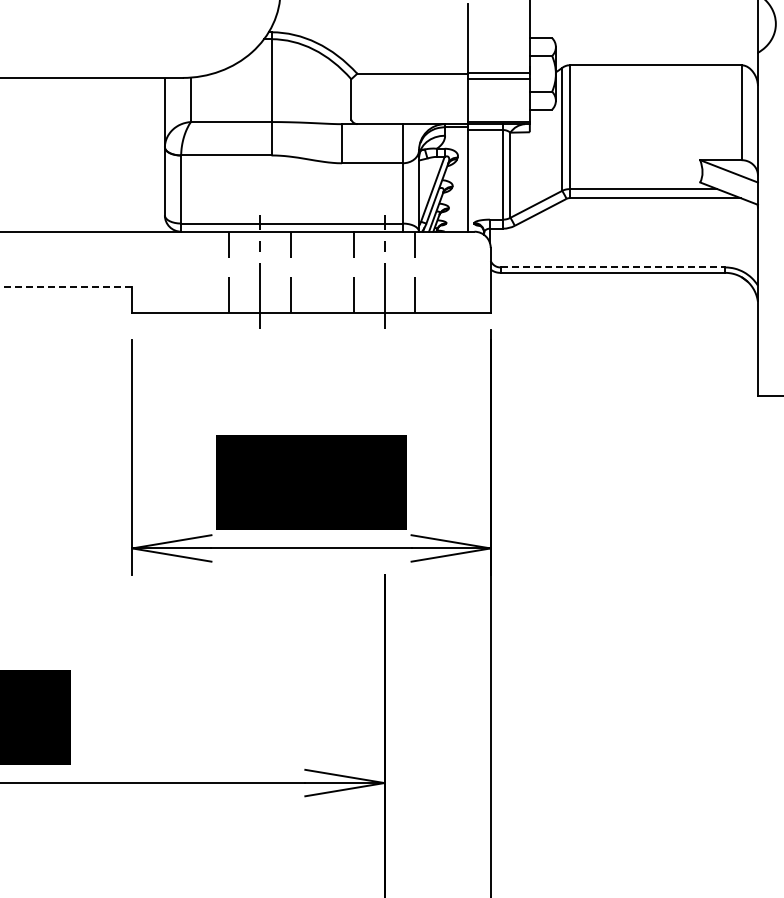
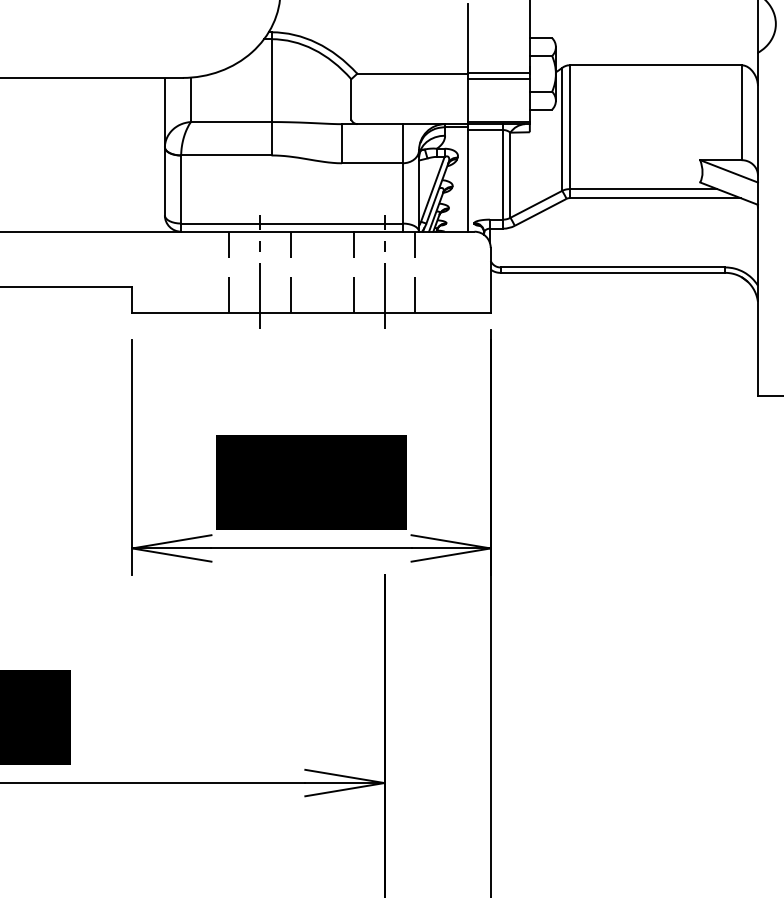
line at (613, 267): dashed -> solid
line at (66, 287): dashed -> solid
